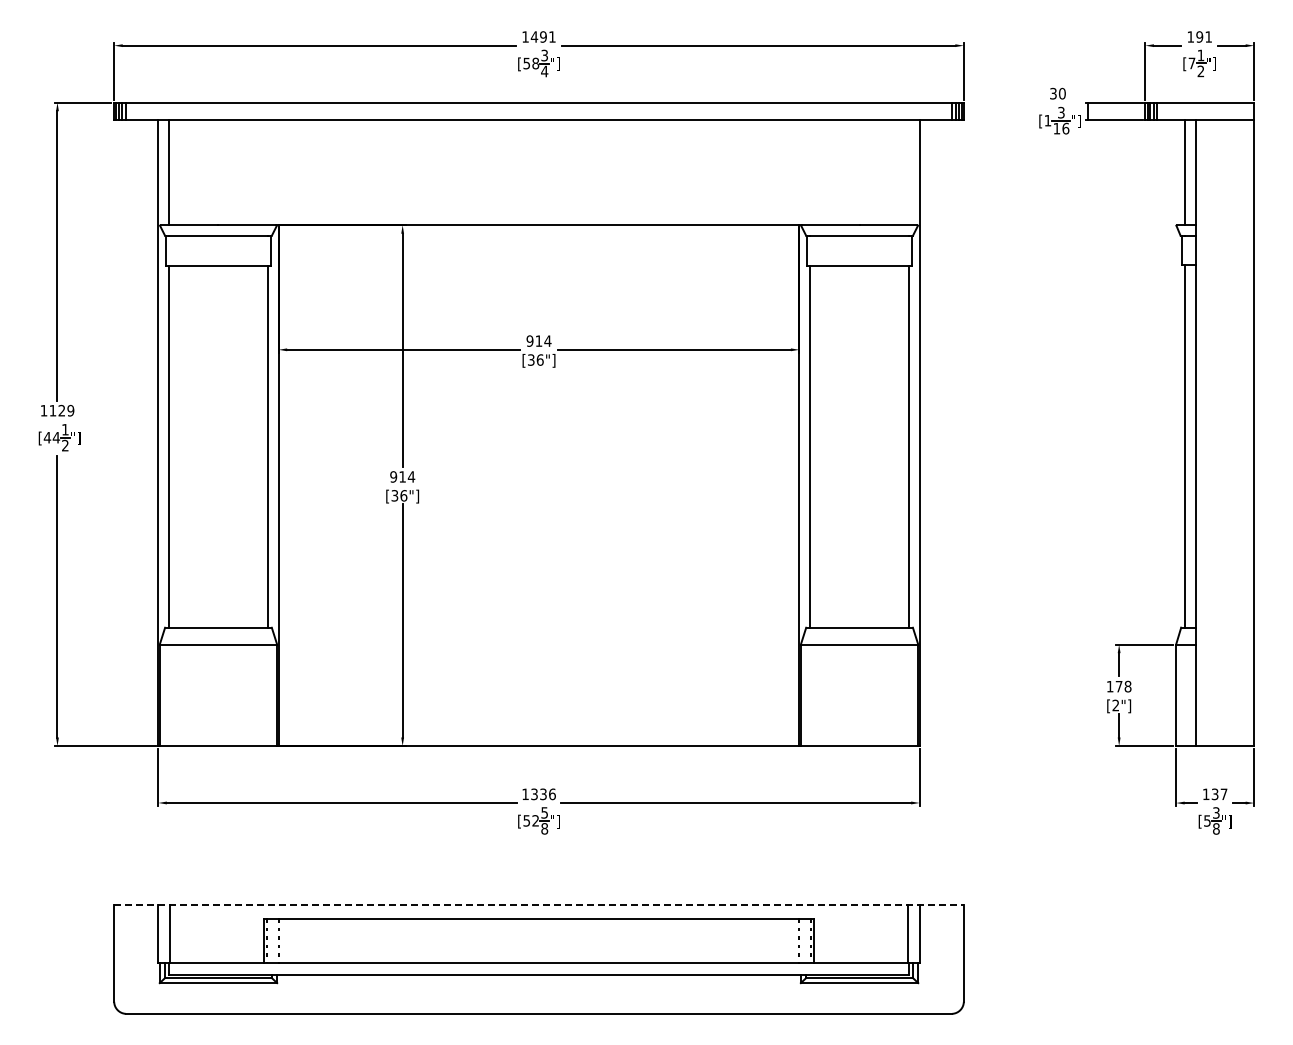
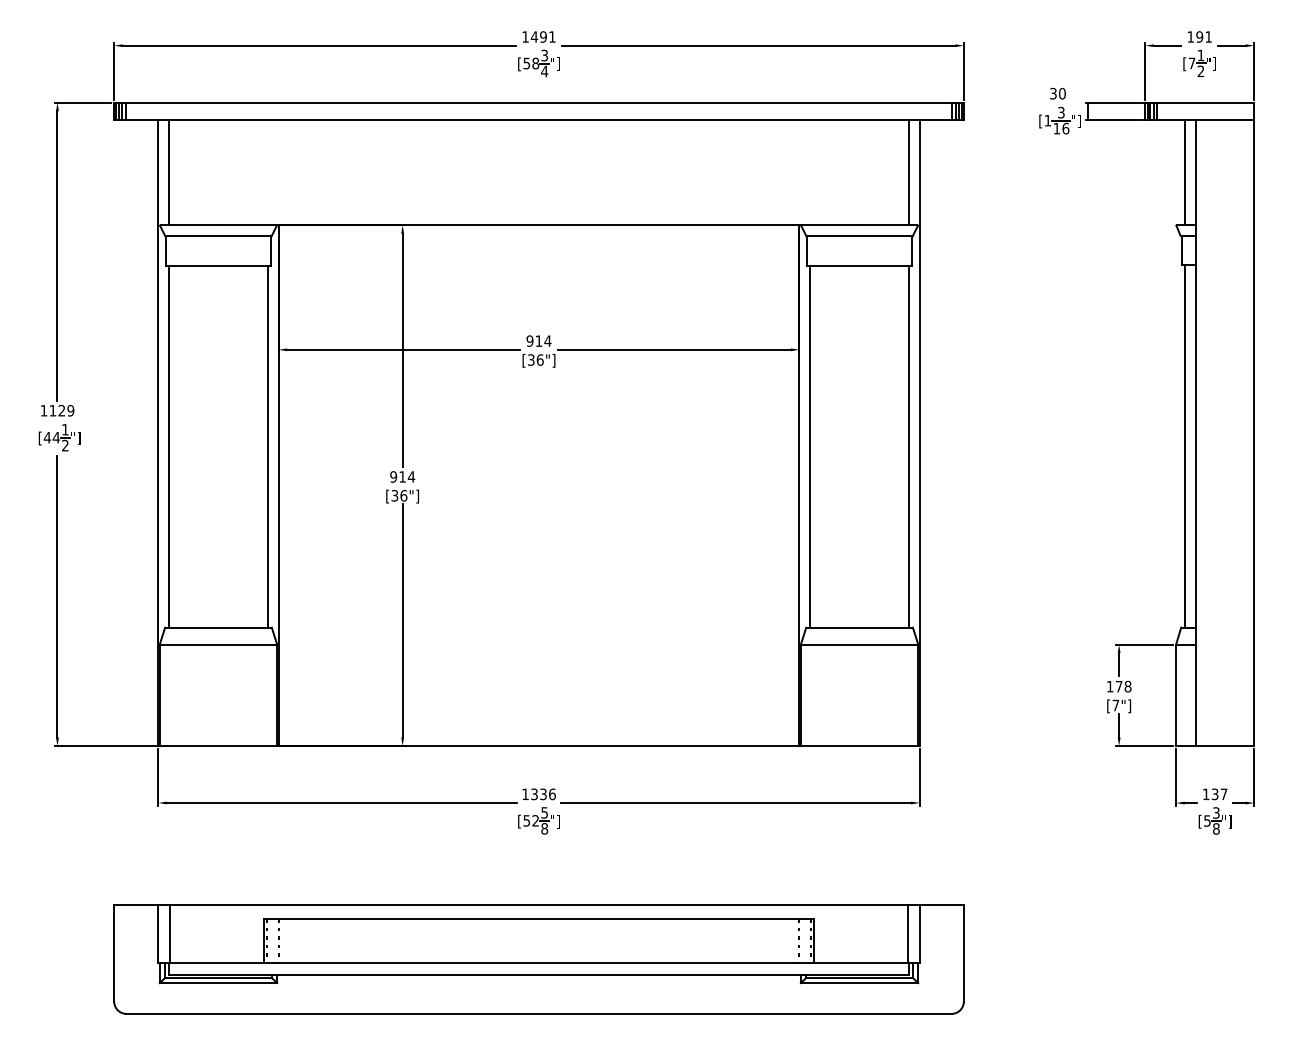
line at (909, 172): none -> present
text at (1115, 705): [2"] -> [7"]
line at (539, 905): dashed -> solid
